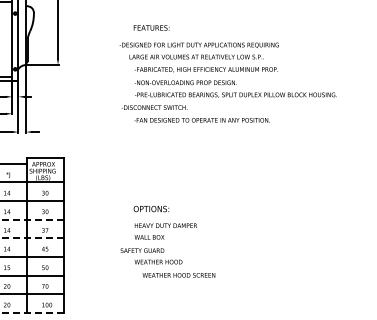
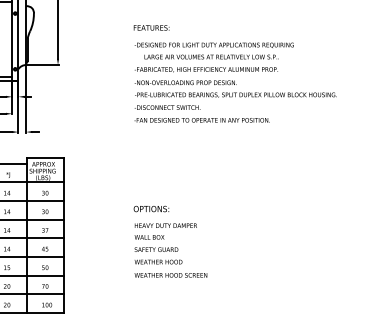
text at (198, 50) position: (198, 50) -> (213, 50)
text at (154, 107) position: (154, 107) -> (167, 107)
line at (31, 219): dashed -> solid
line at (31, 238): dashed -> solid
text at (142, 250) position: (142, 250) -> (156, 249)
text at (178, 275) position: (178, 275) -> (170, 275)
line at (31, 312): dashed -> solid
